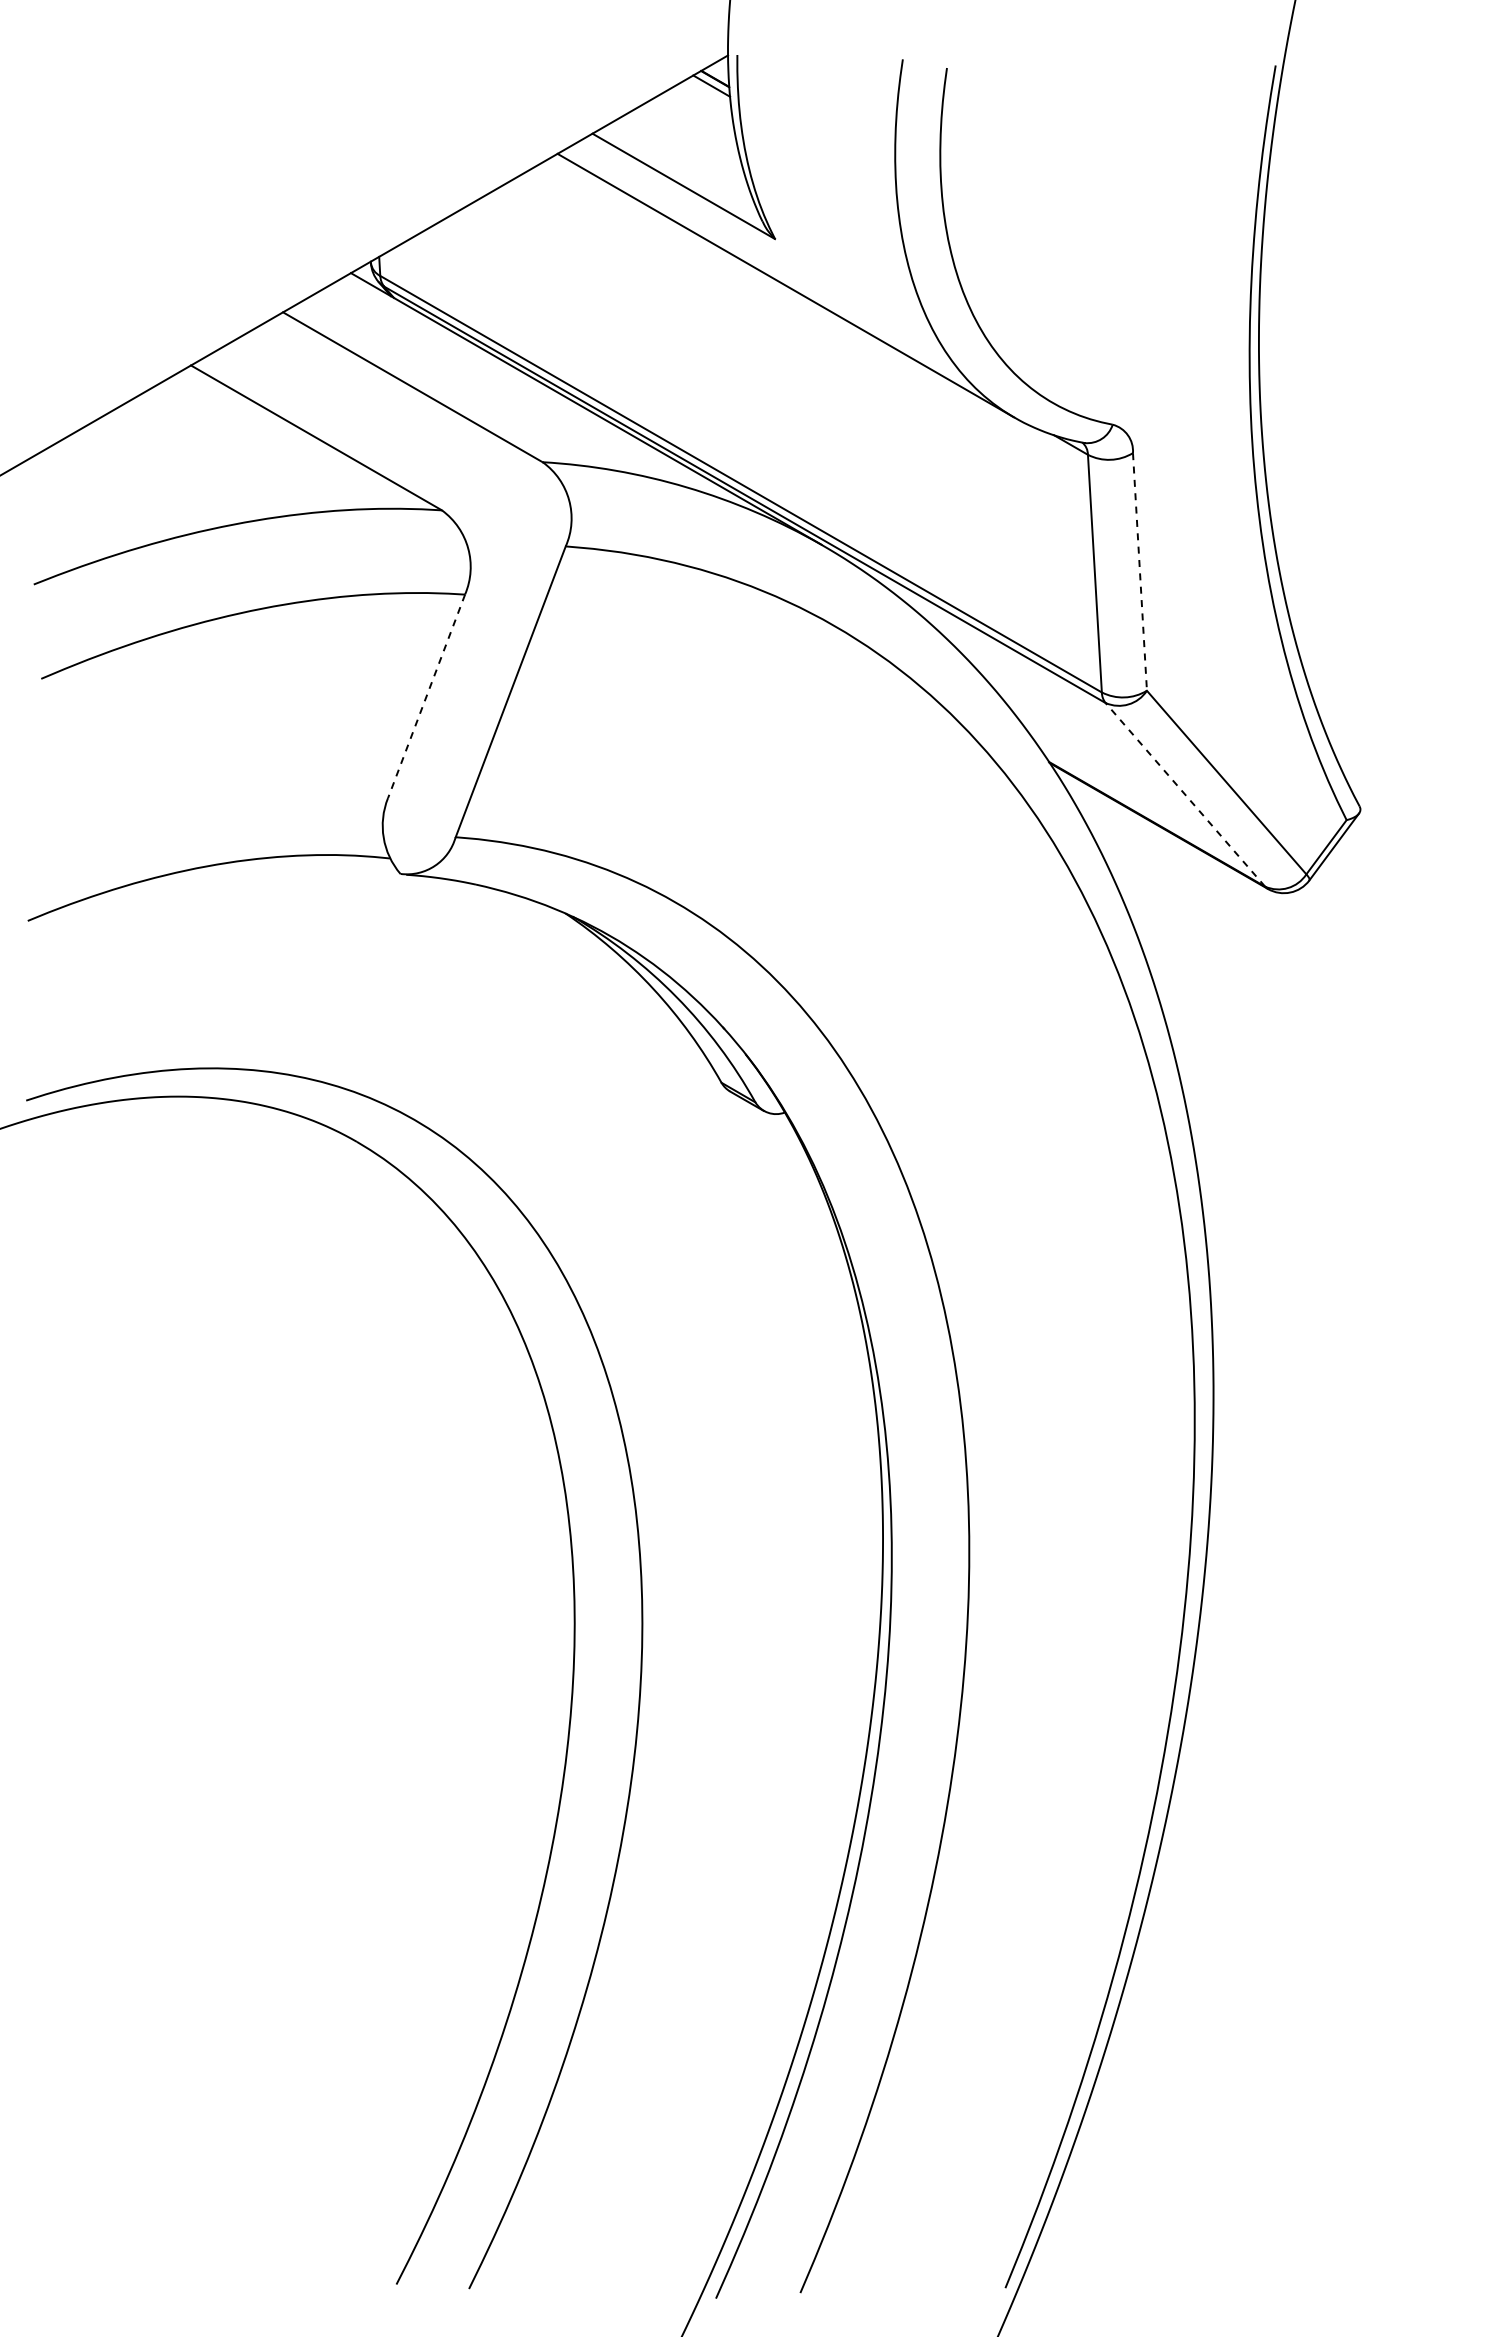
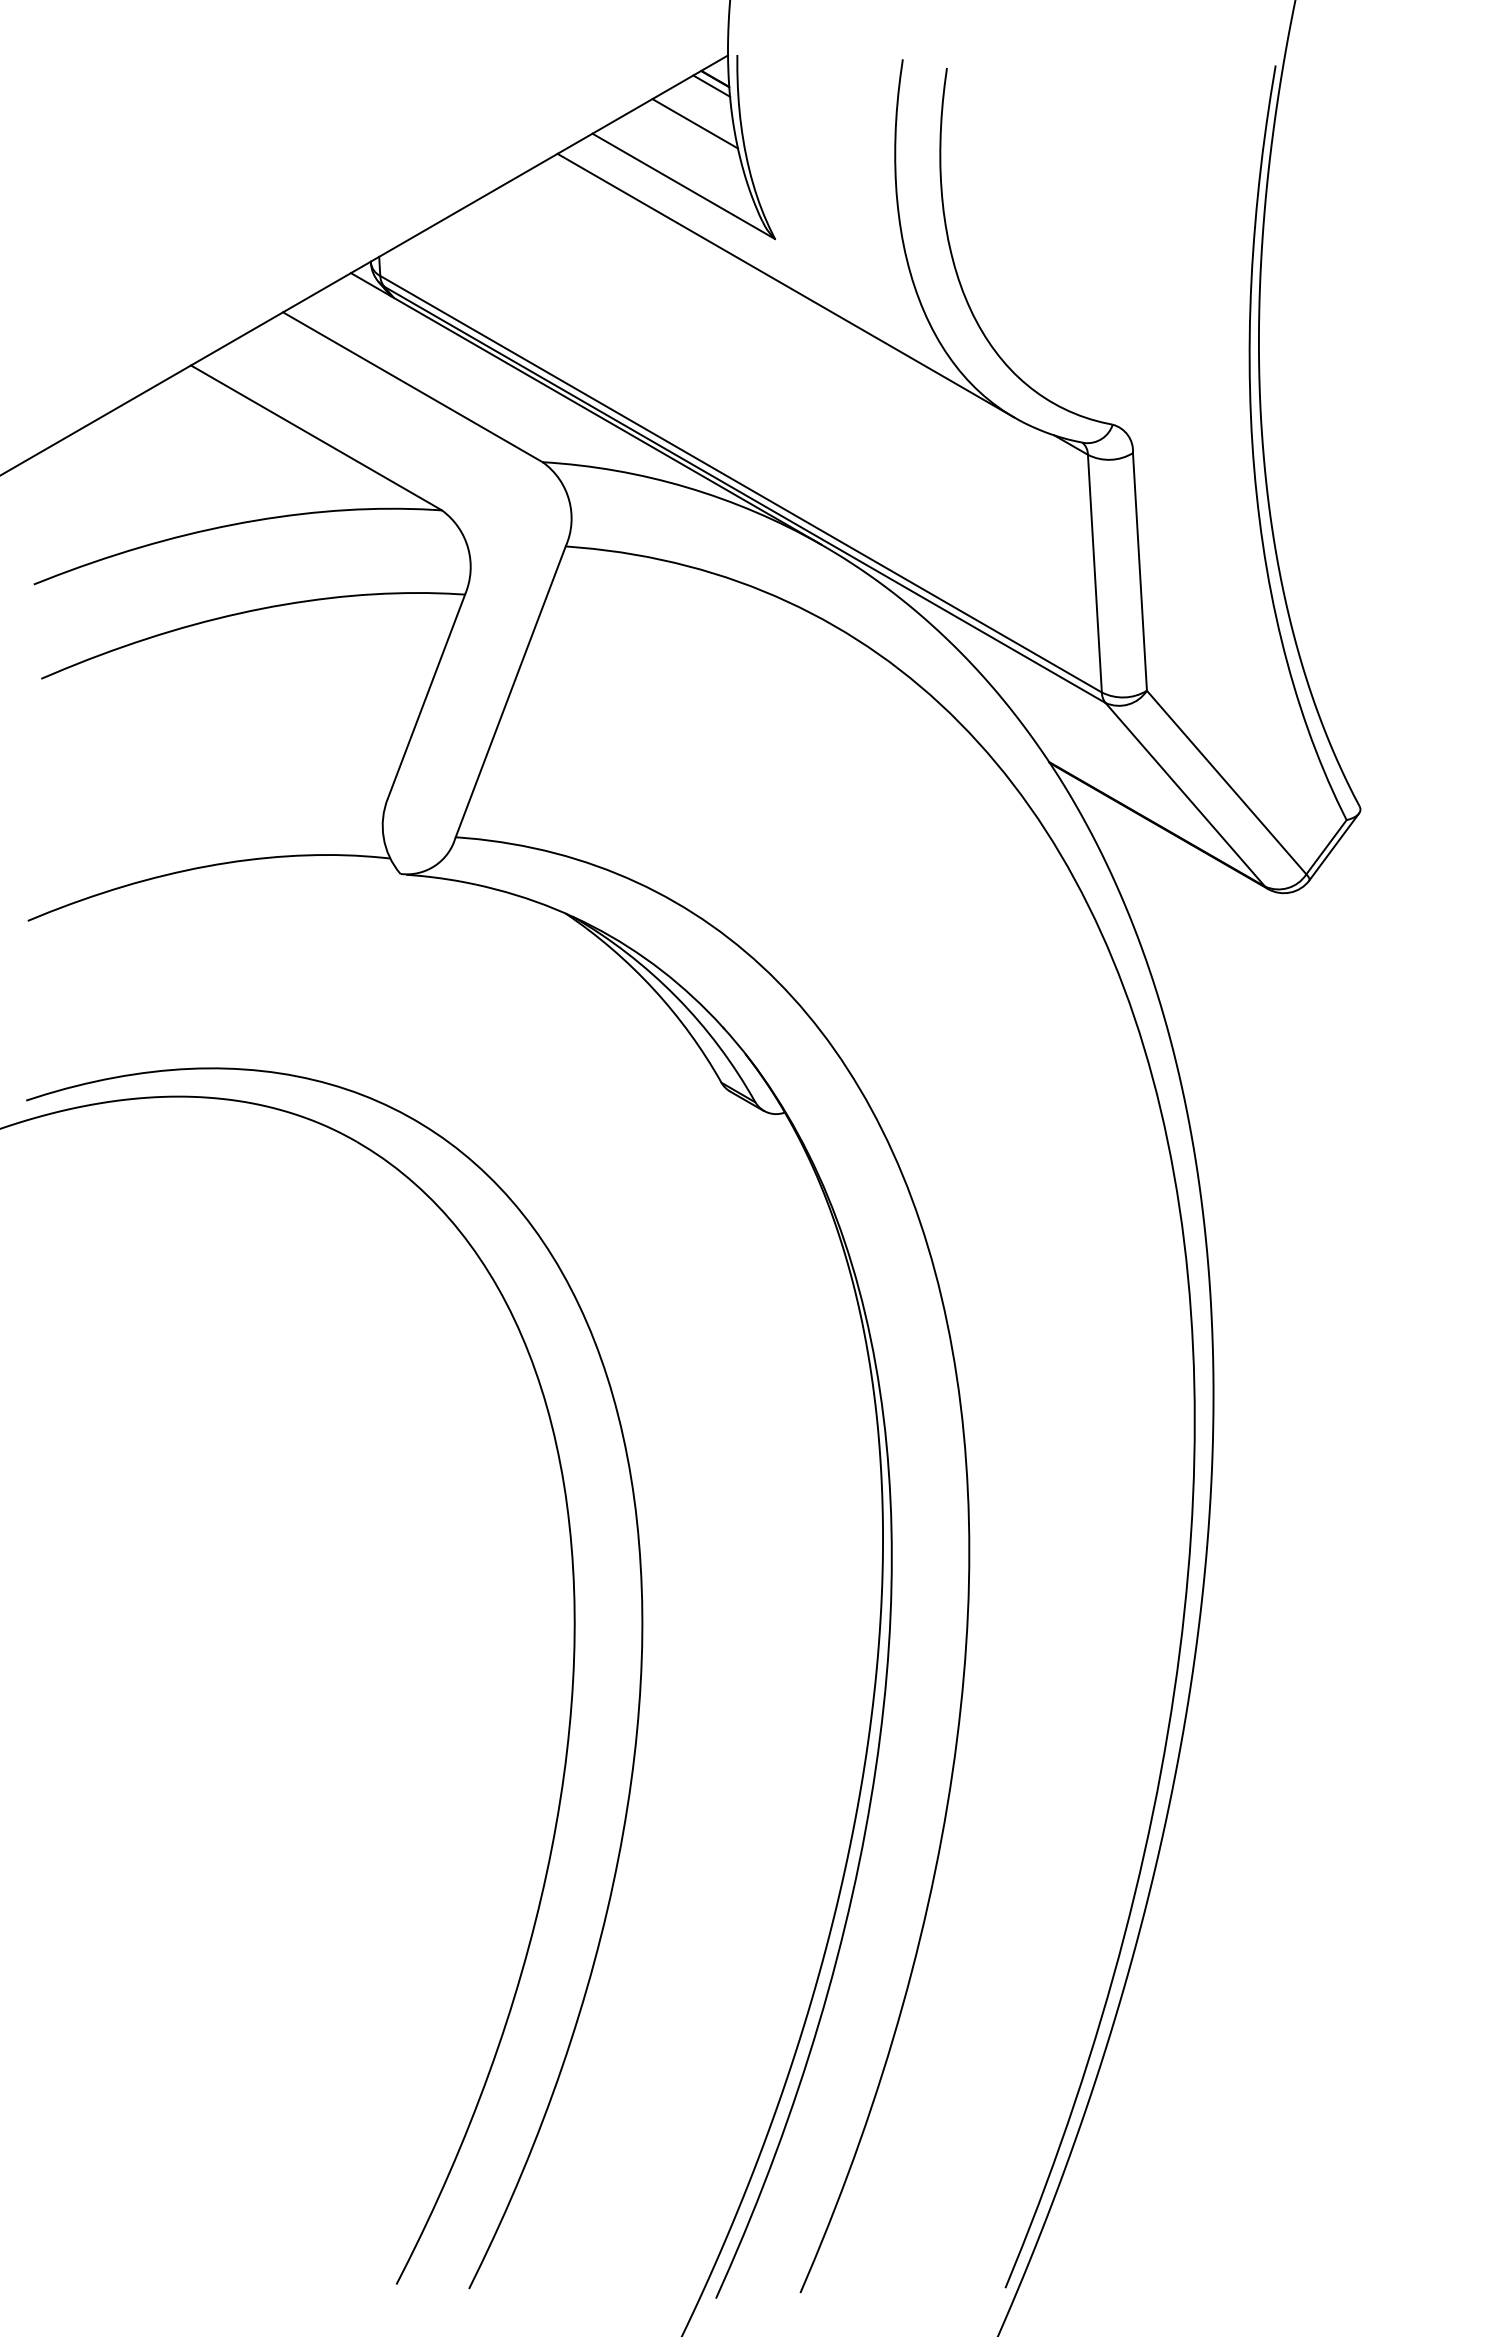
line at (695, 123): none -> present
line at (1140, 572): dashed -> solid
line at (426, 696): dashed -> solid
line at (1185, 794): dashed -> solid
